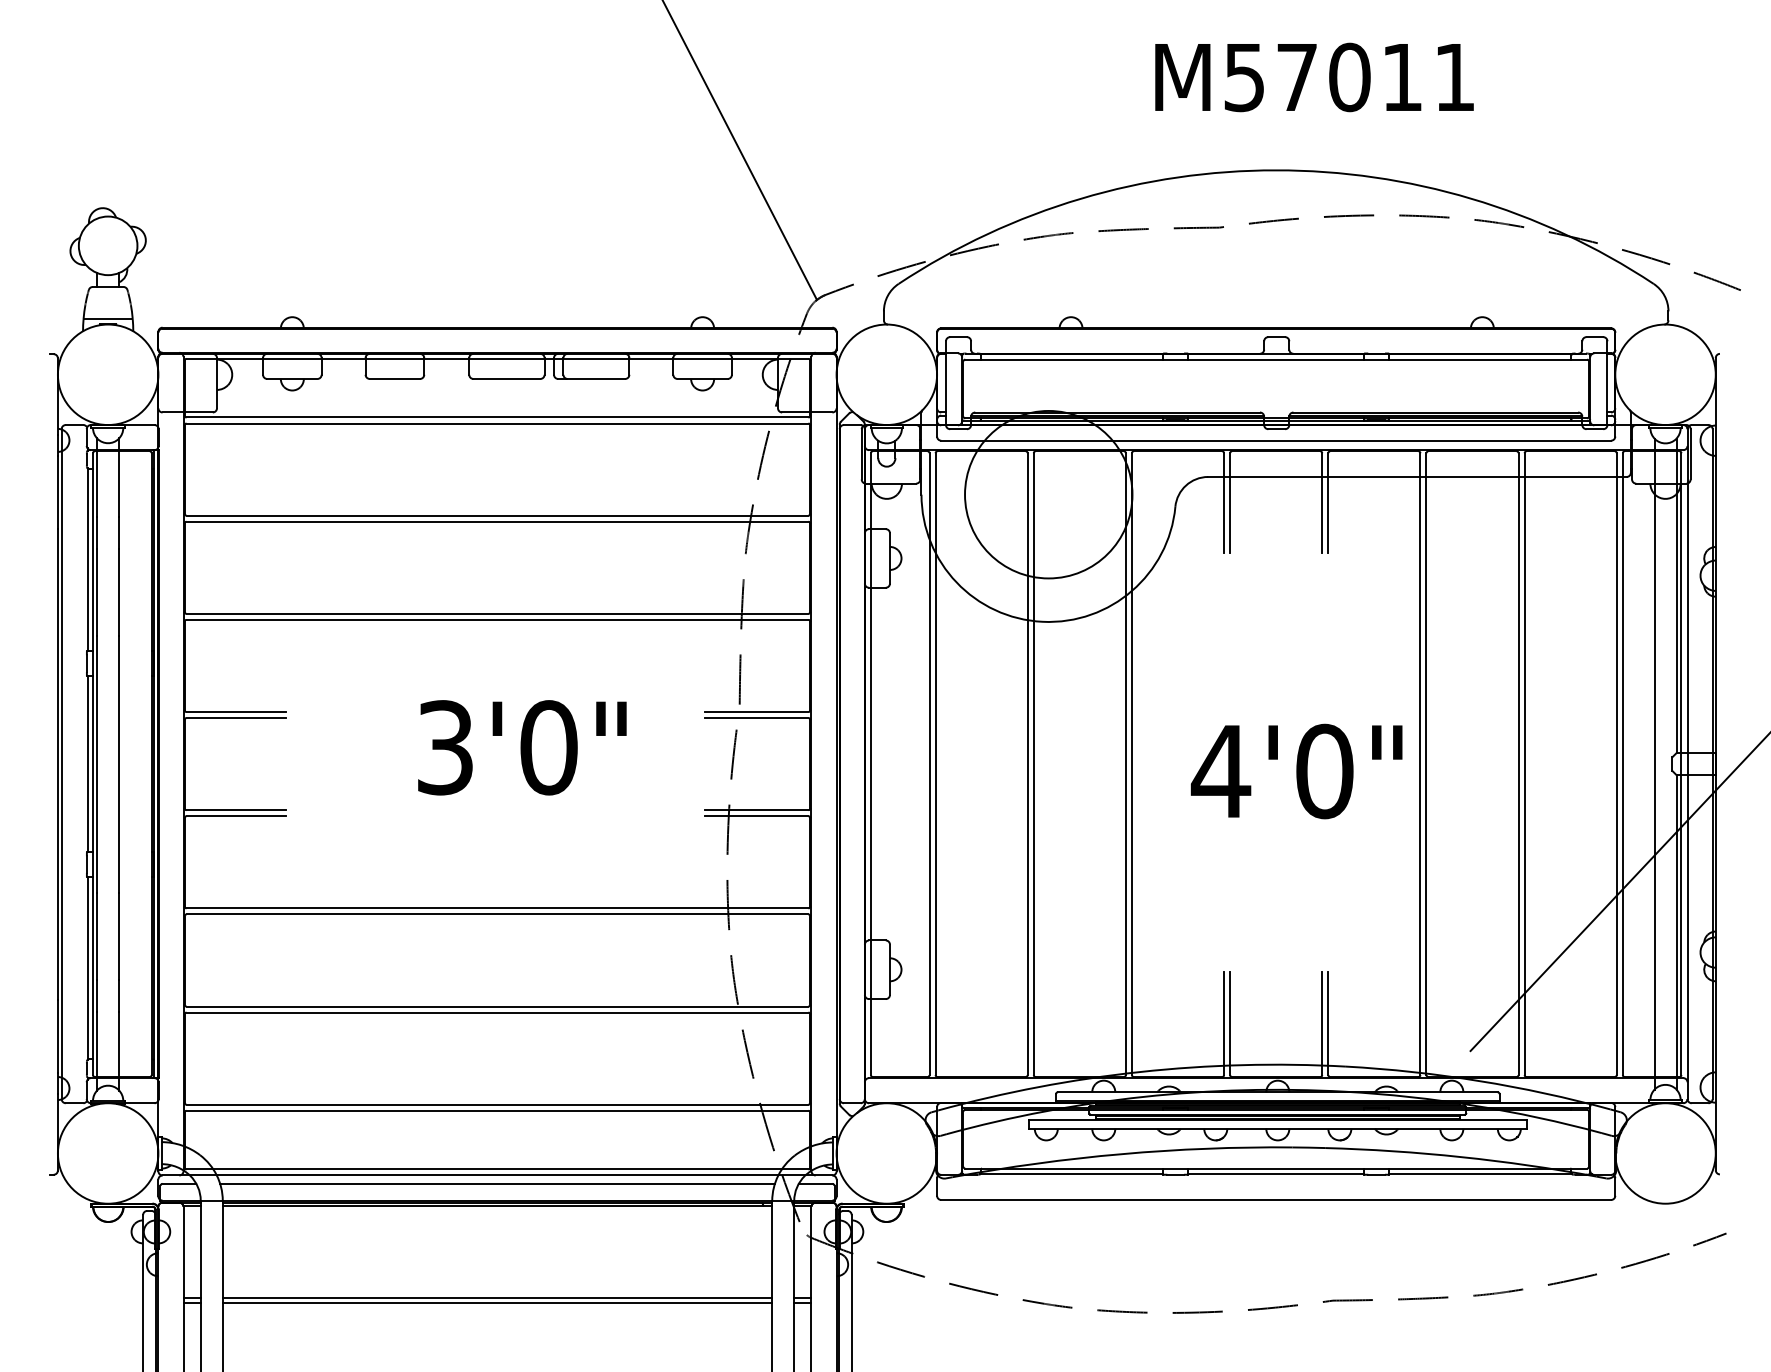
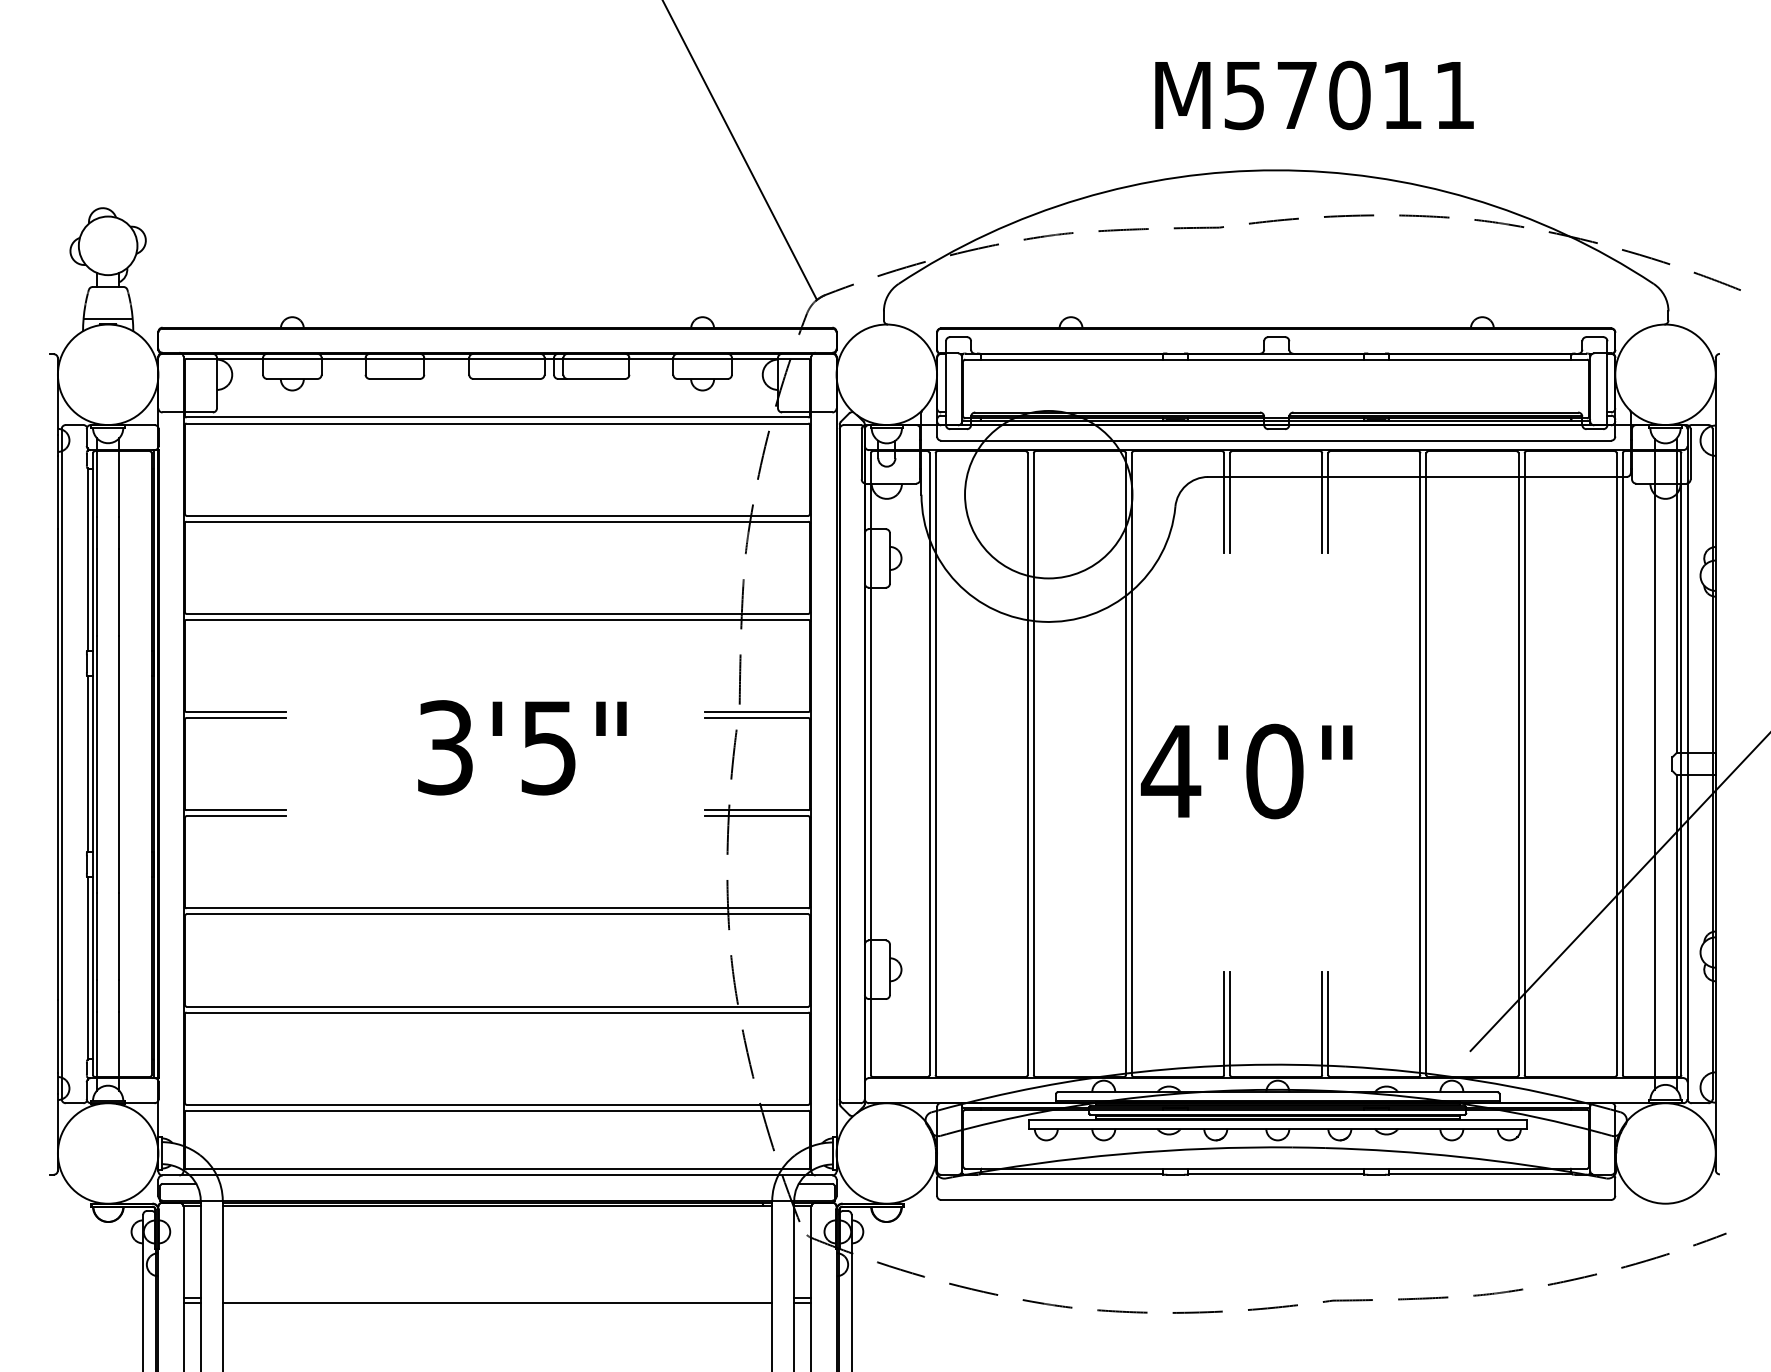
text at (1314, 77) position: (1314, 77) -> (1314, 95)
text at (548, 747): 3'0" -> 3'5"
text at (1296, 771) position: (1296, 771) -> (1246, 771)
line at (497, 1183): present -> none
line at (497, 1298): present -> none
